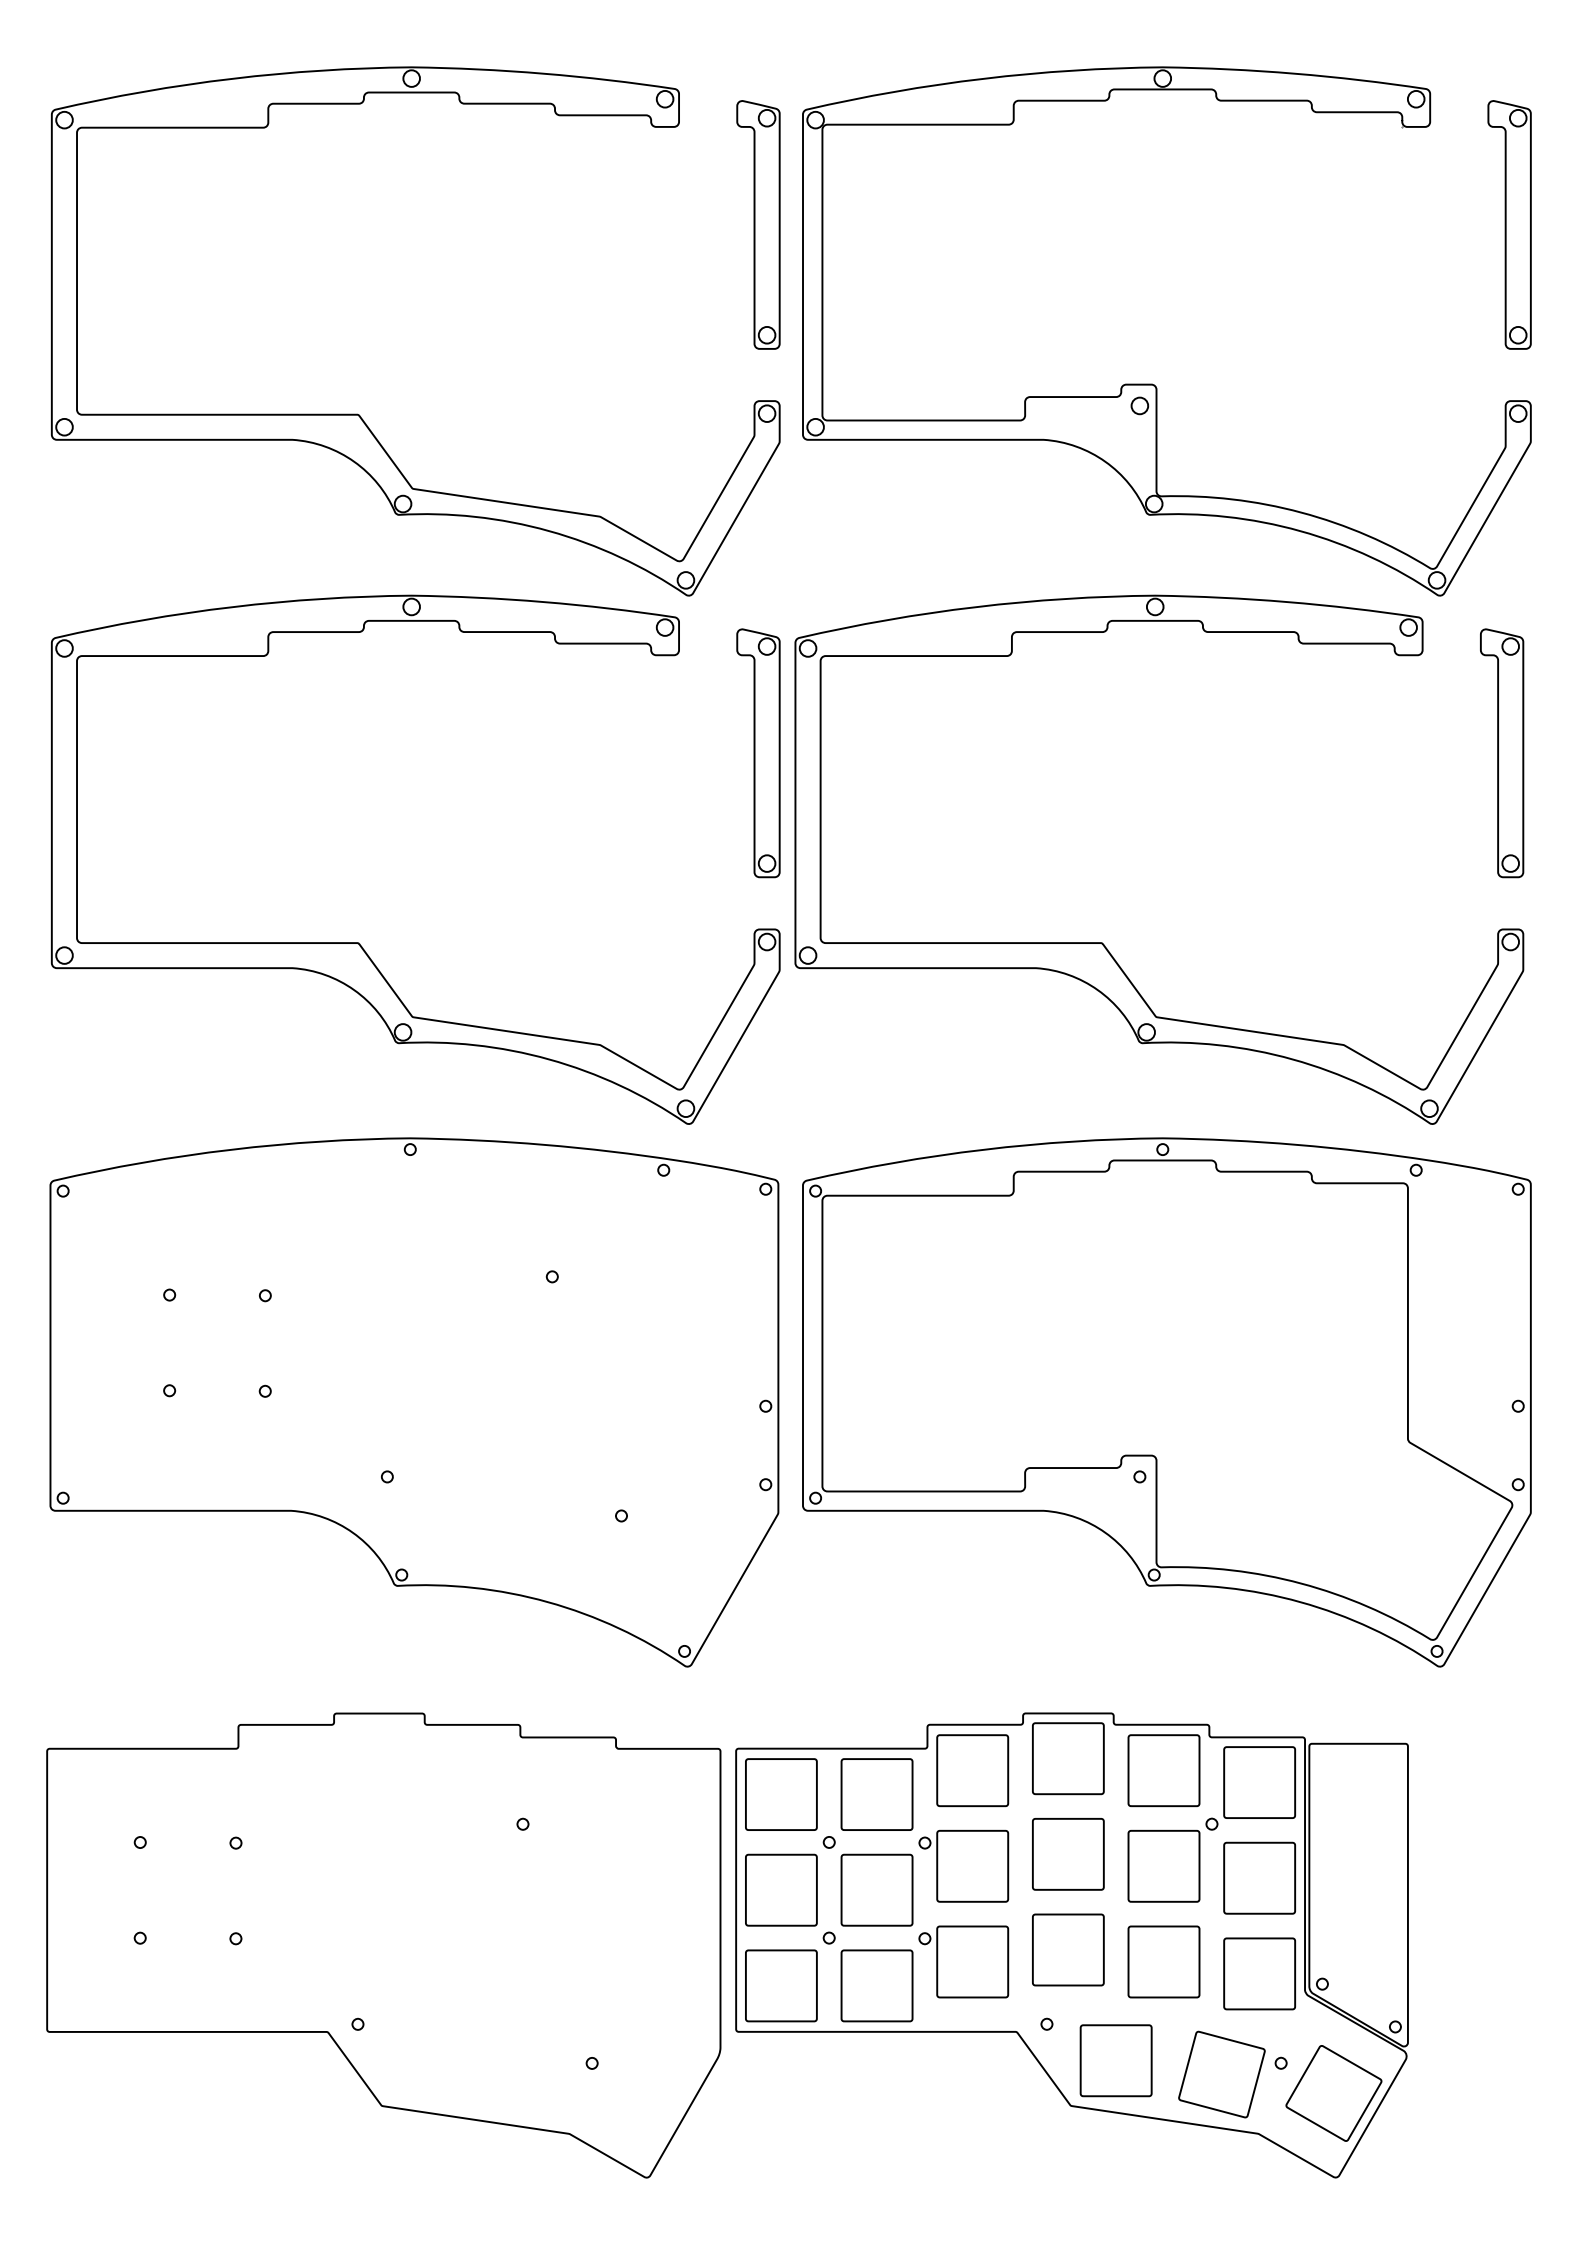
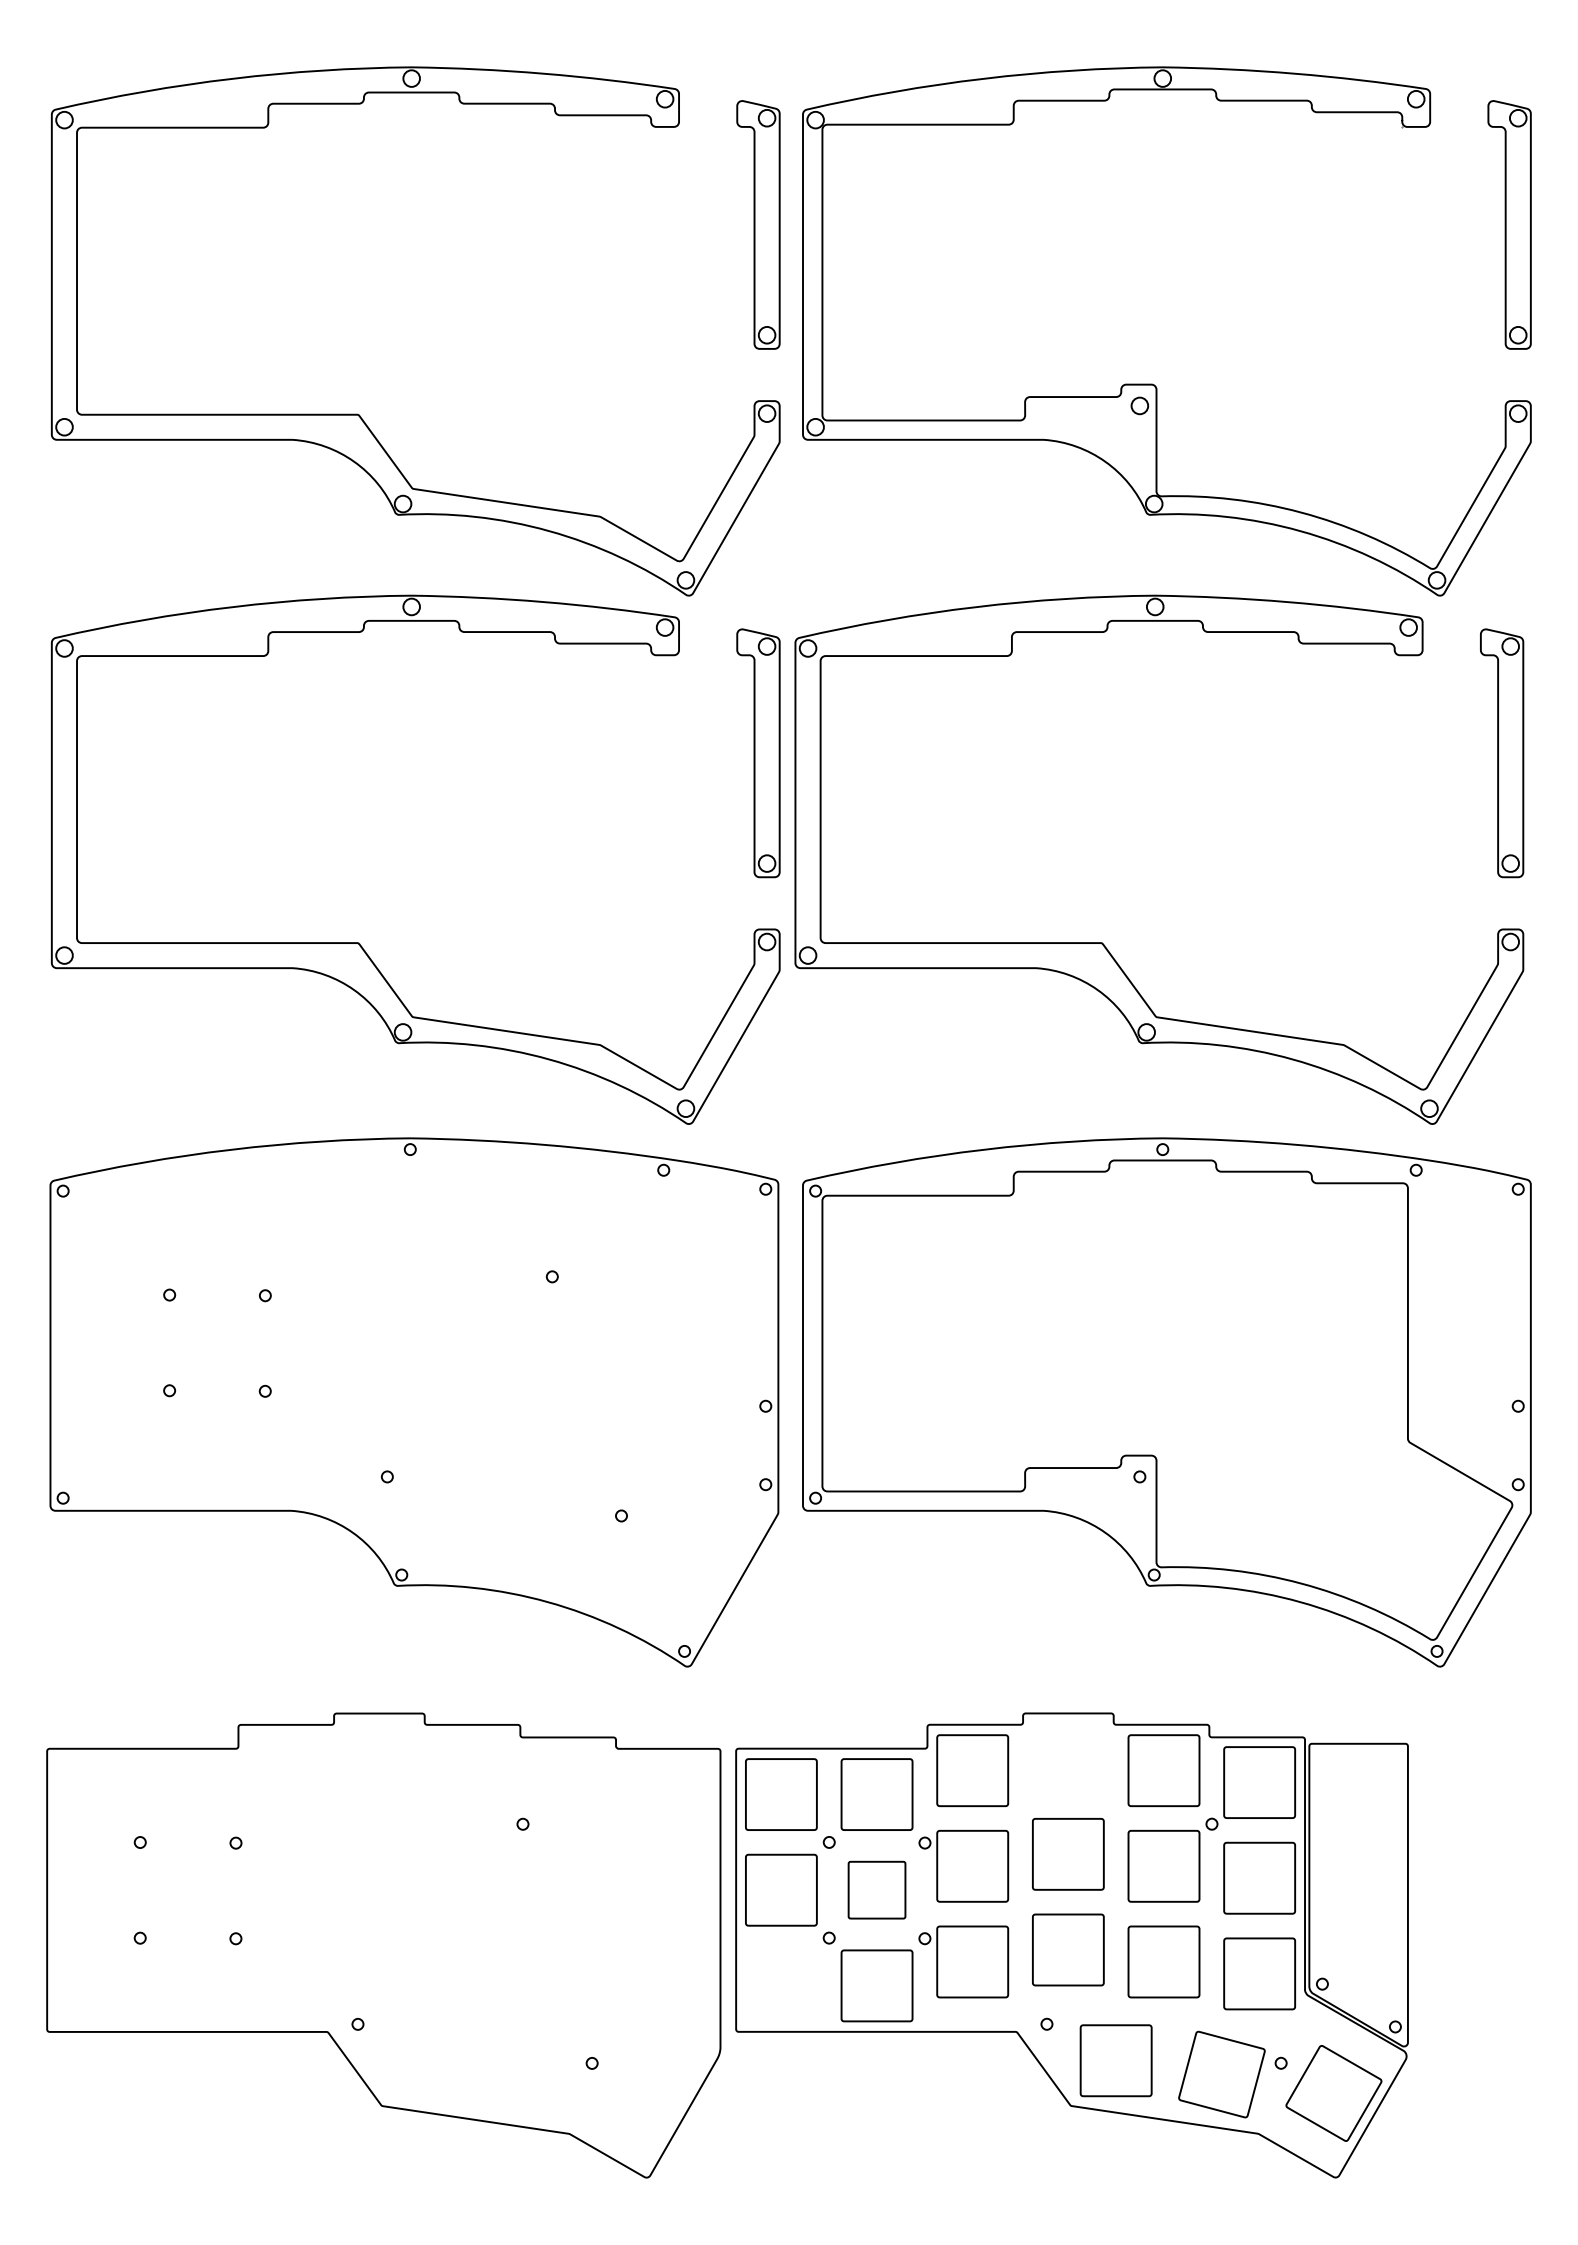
part at (1068, 1758): present -> none
part at (876, 1889) size: 74x74 px -> 60x60 px
part at (781, 1985): present -> none
